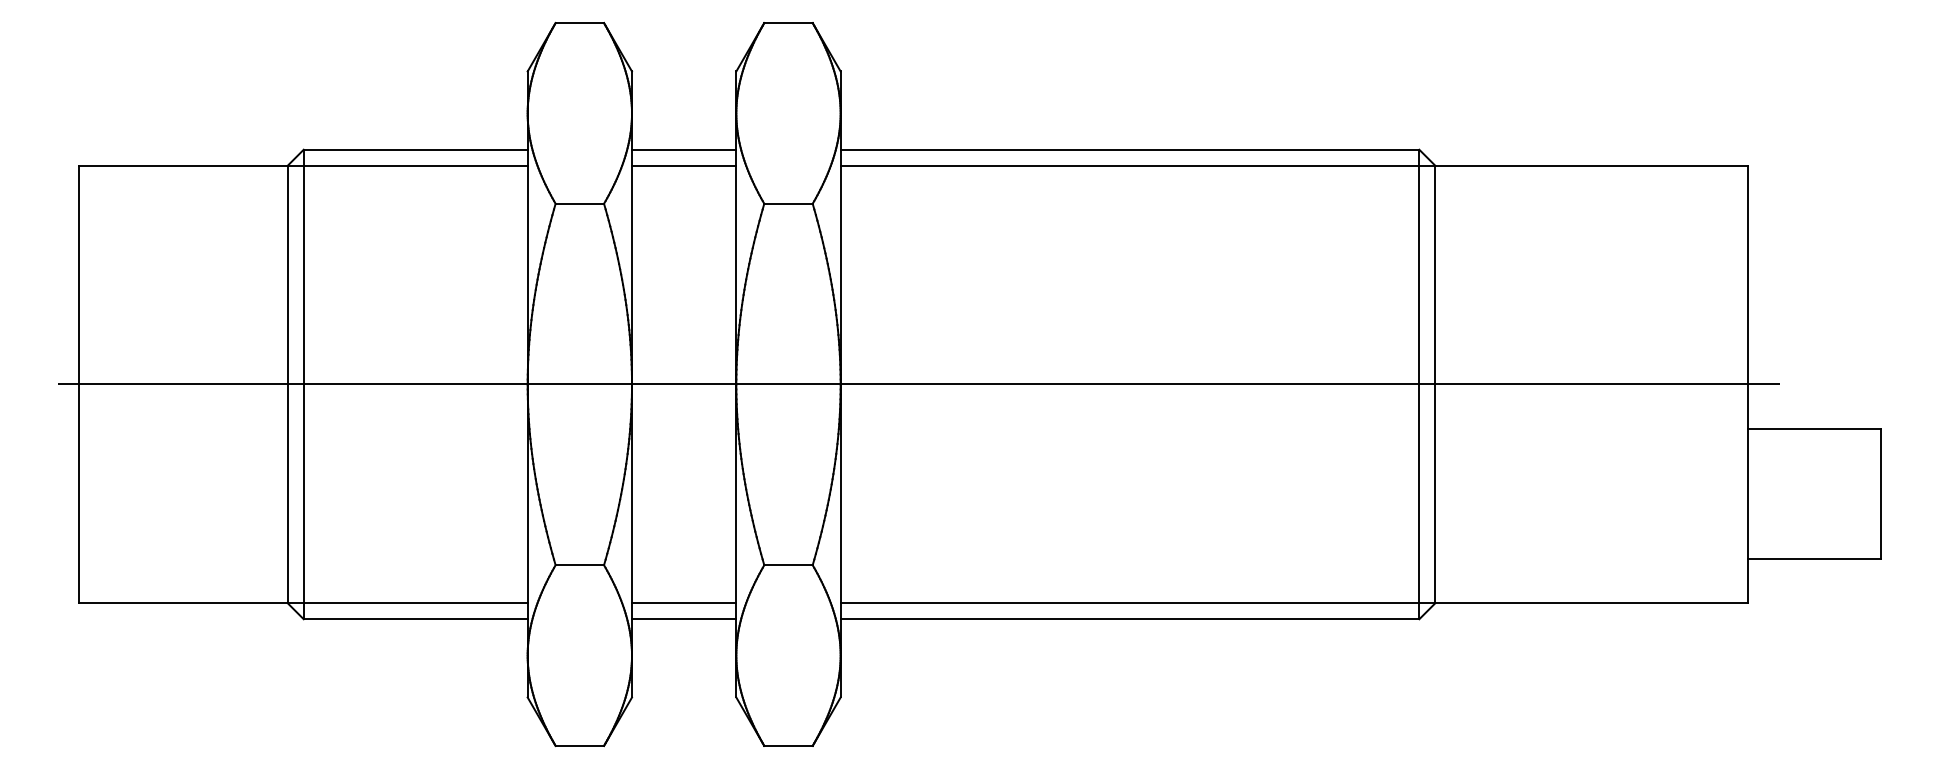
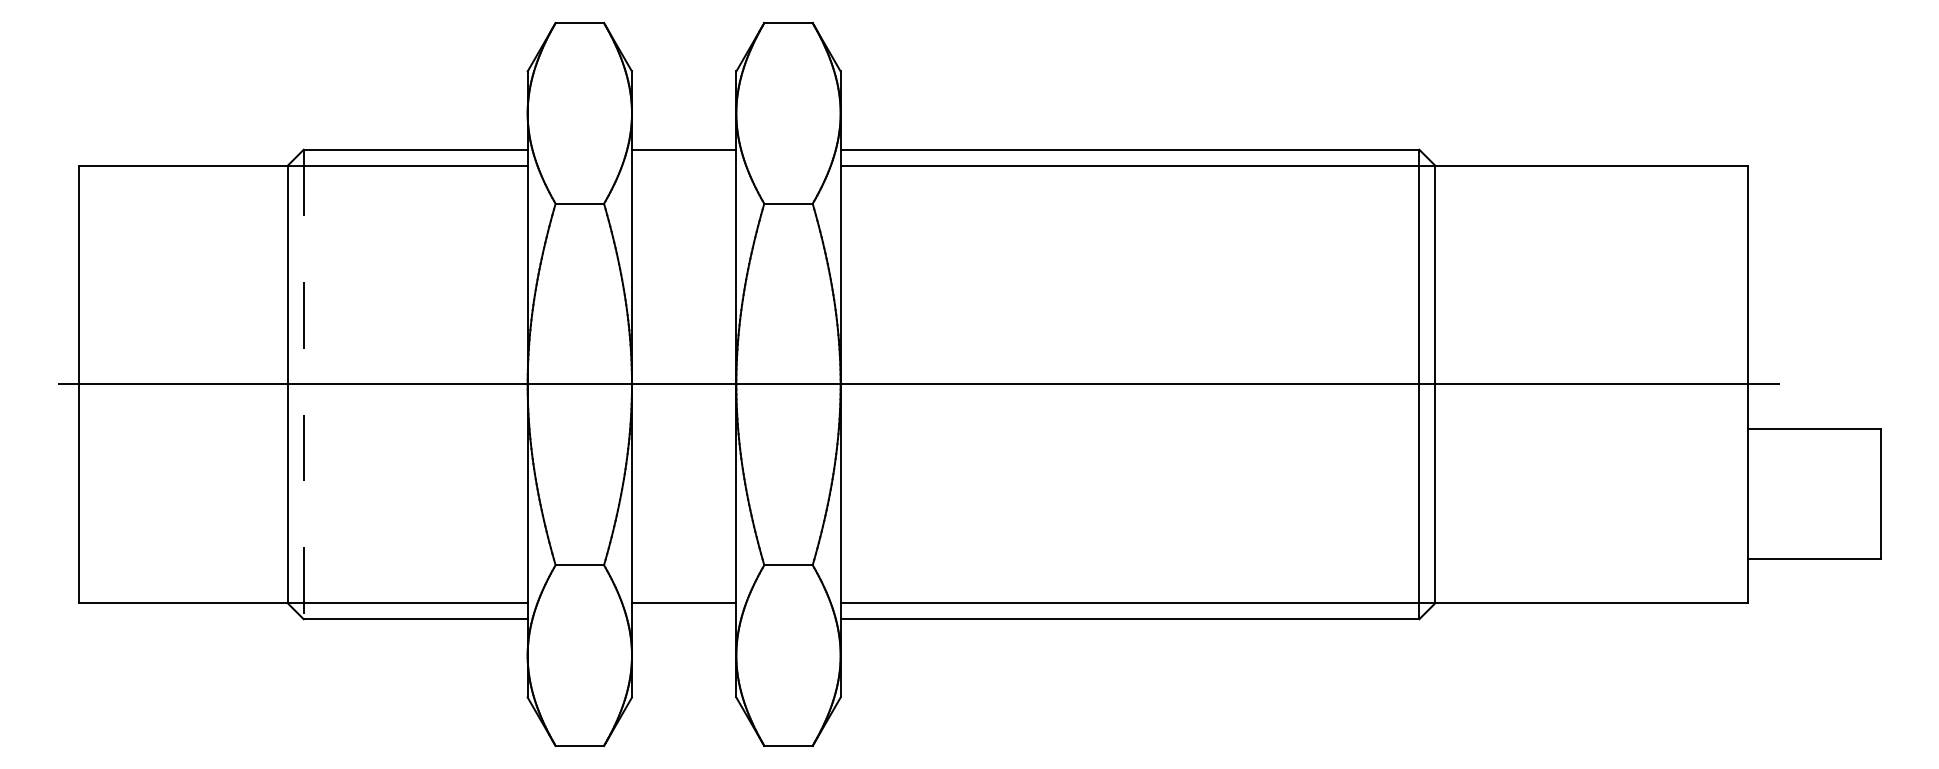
line at (684, 165): present -> none
line at (303, 384): solid -> dashed
line at (684, 619): present -> none
